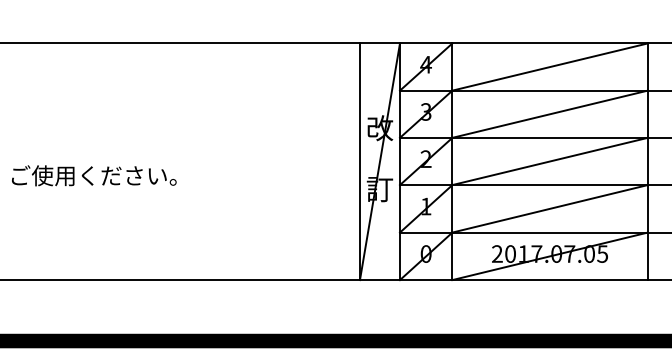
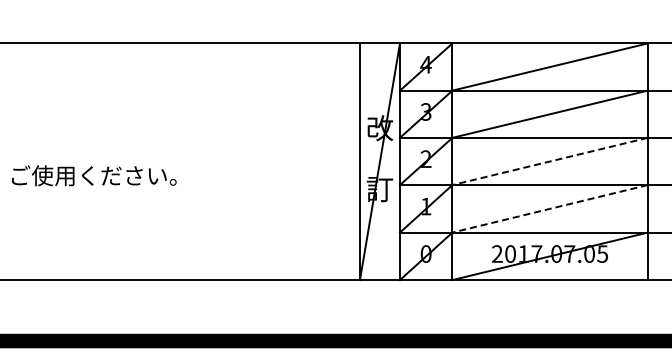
line at (550, 161): solid -> dashed
line at (550, 208): solid -> dashed
